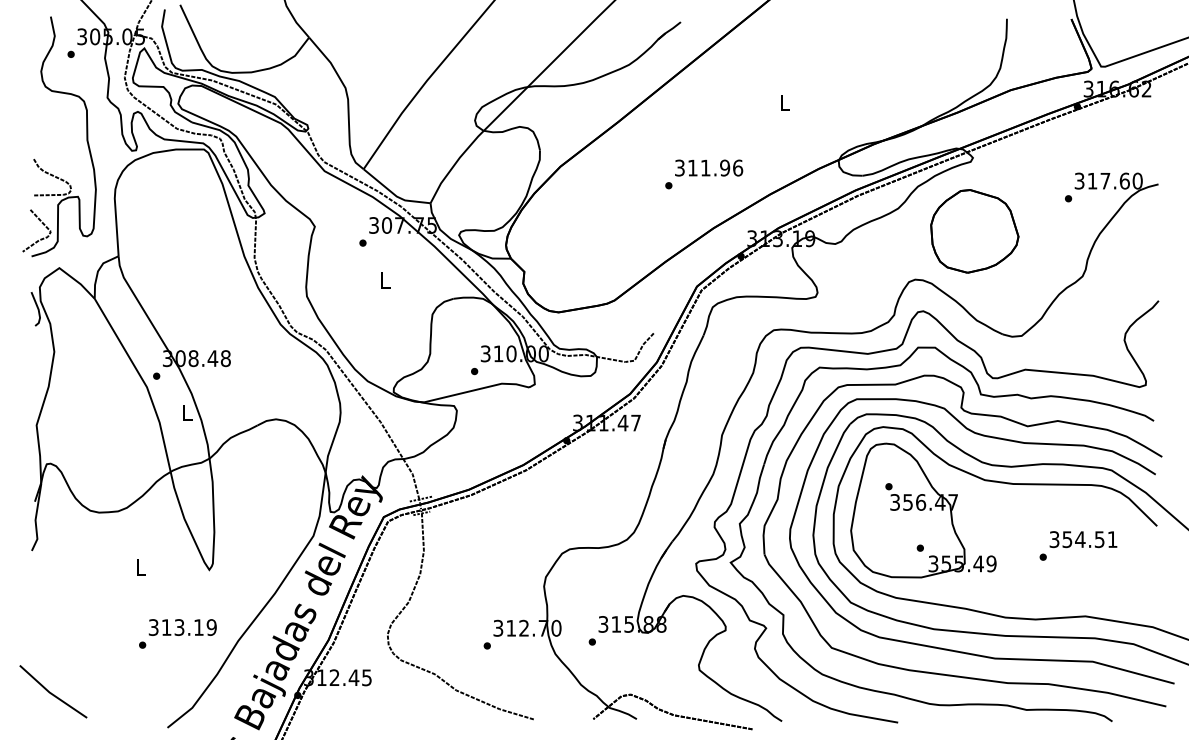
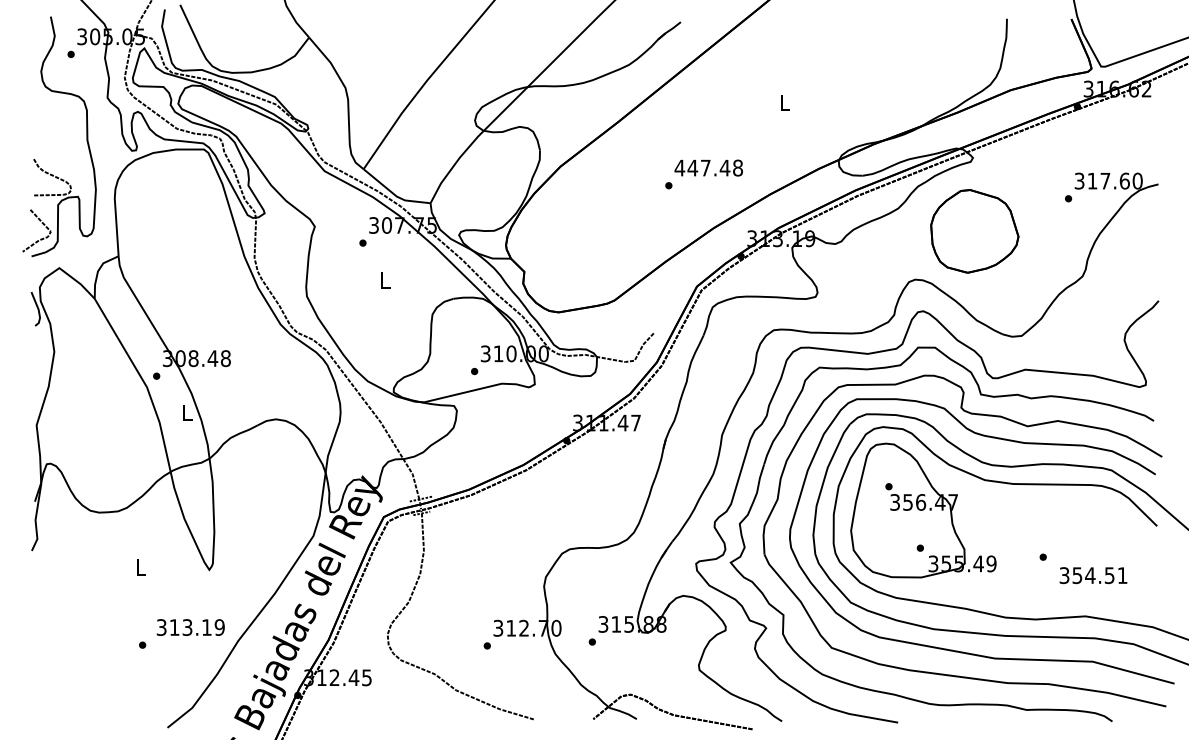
text at (708, 167): 311.96 -> 447.48
text at (1083, 539) position: (1083, 539) -> (1093, 575)
text at (182, 627) position: (182, 627) -> (190, 627)
line at (51, 692): present -> none
